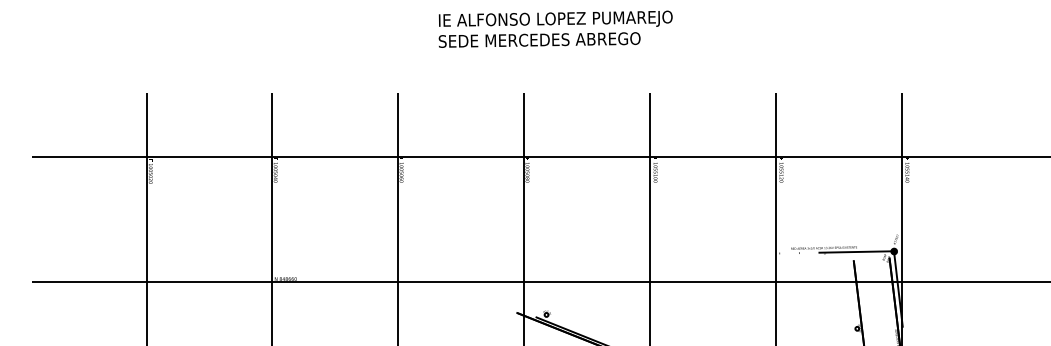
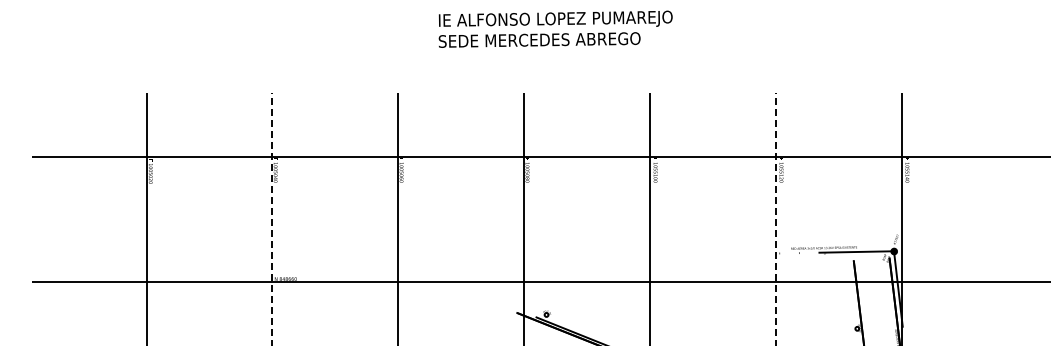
line at (272, 218): solid -> dashed
line at (776, 218): solid -> dashed
